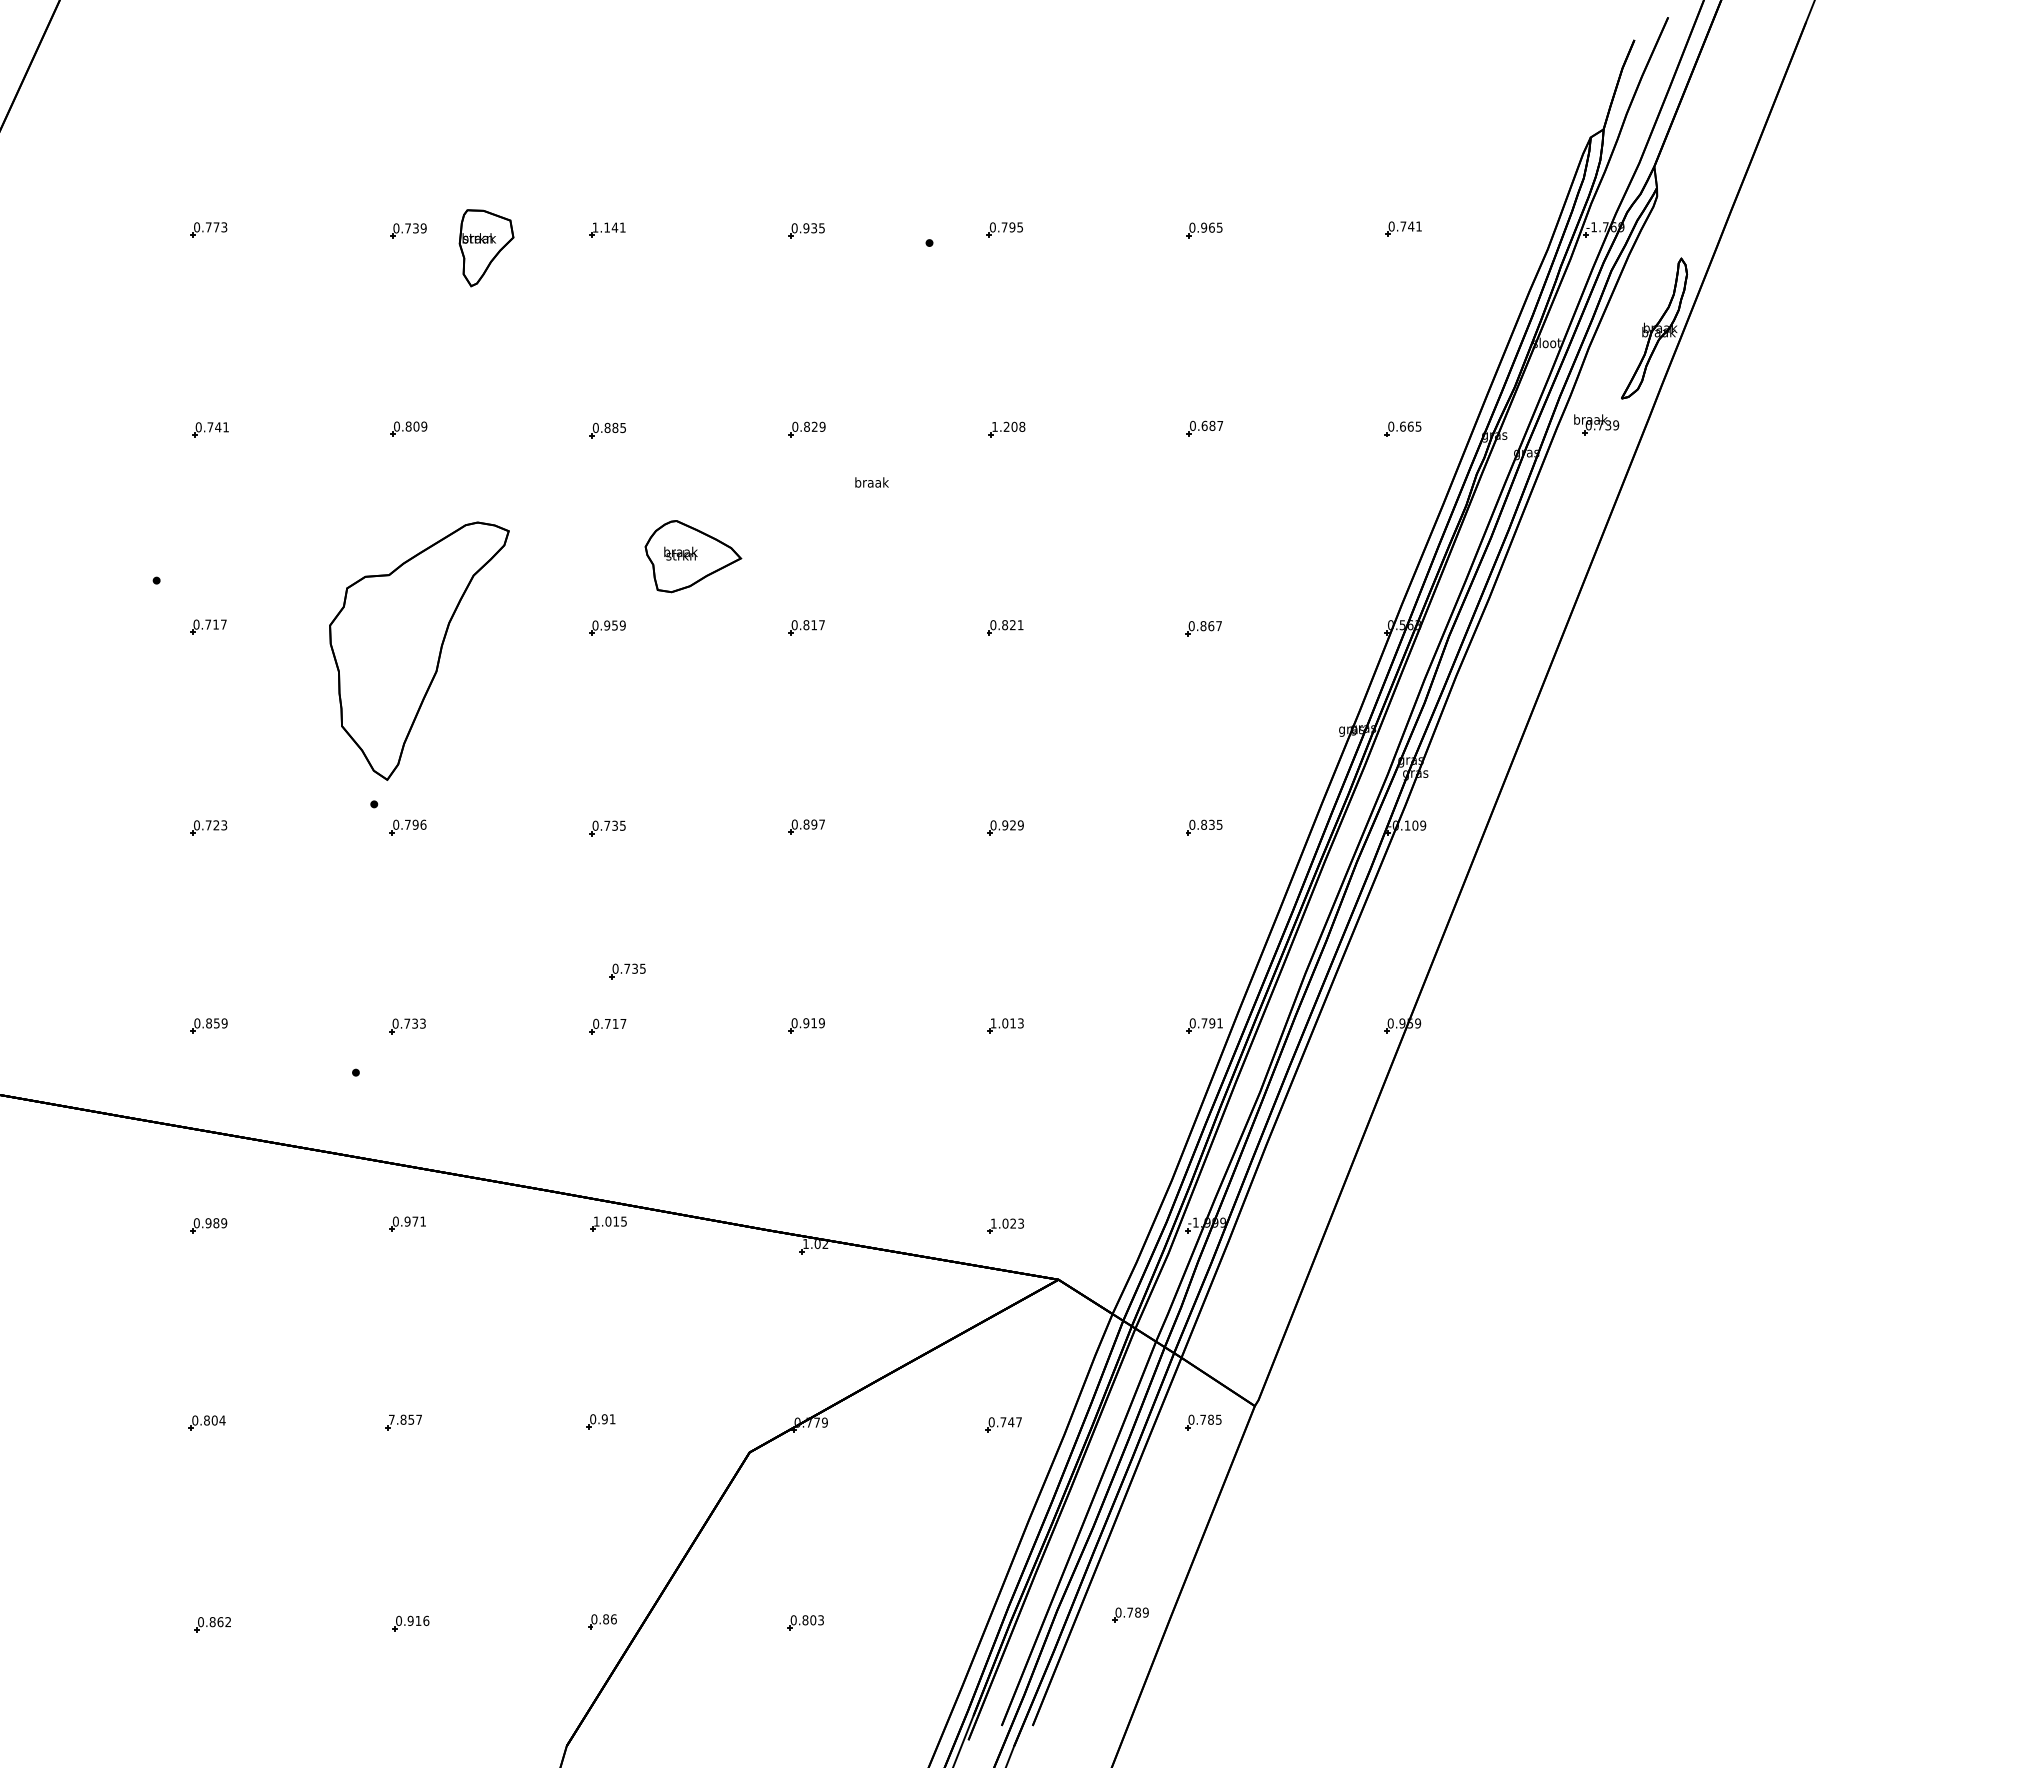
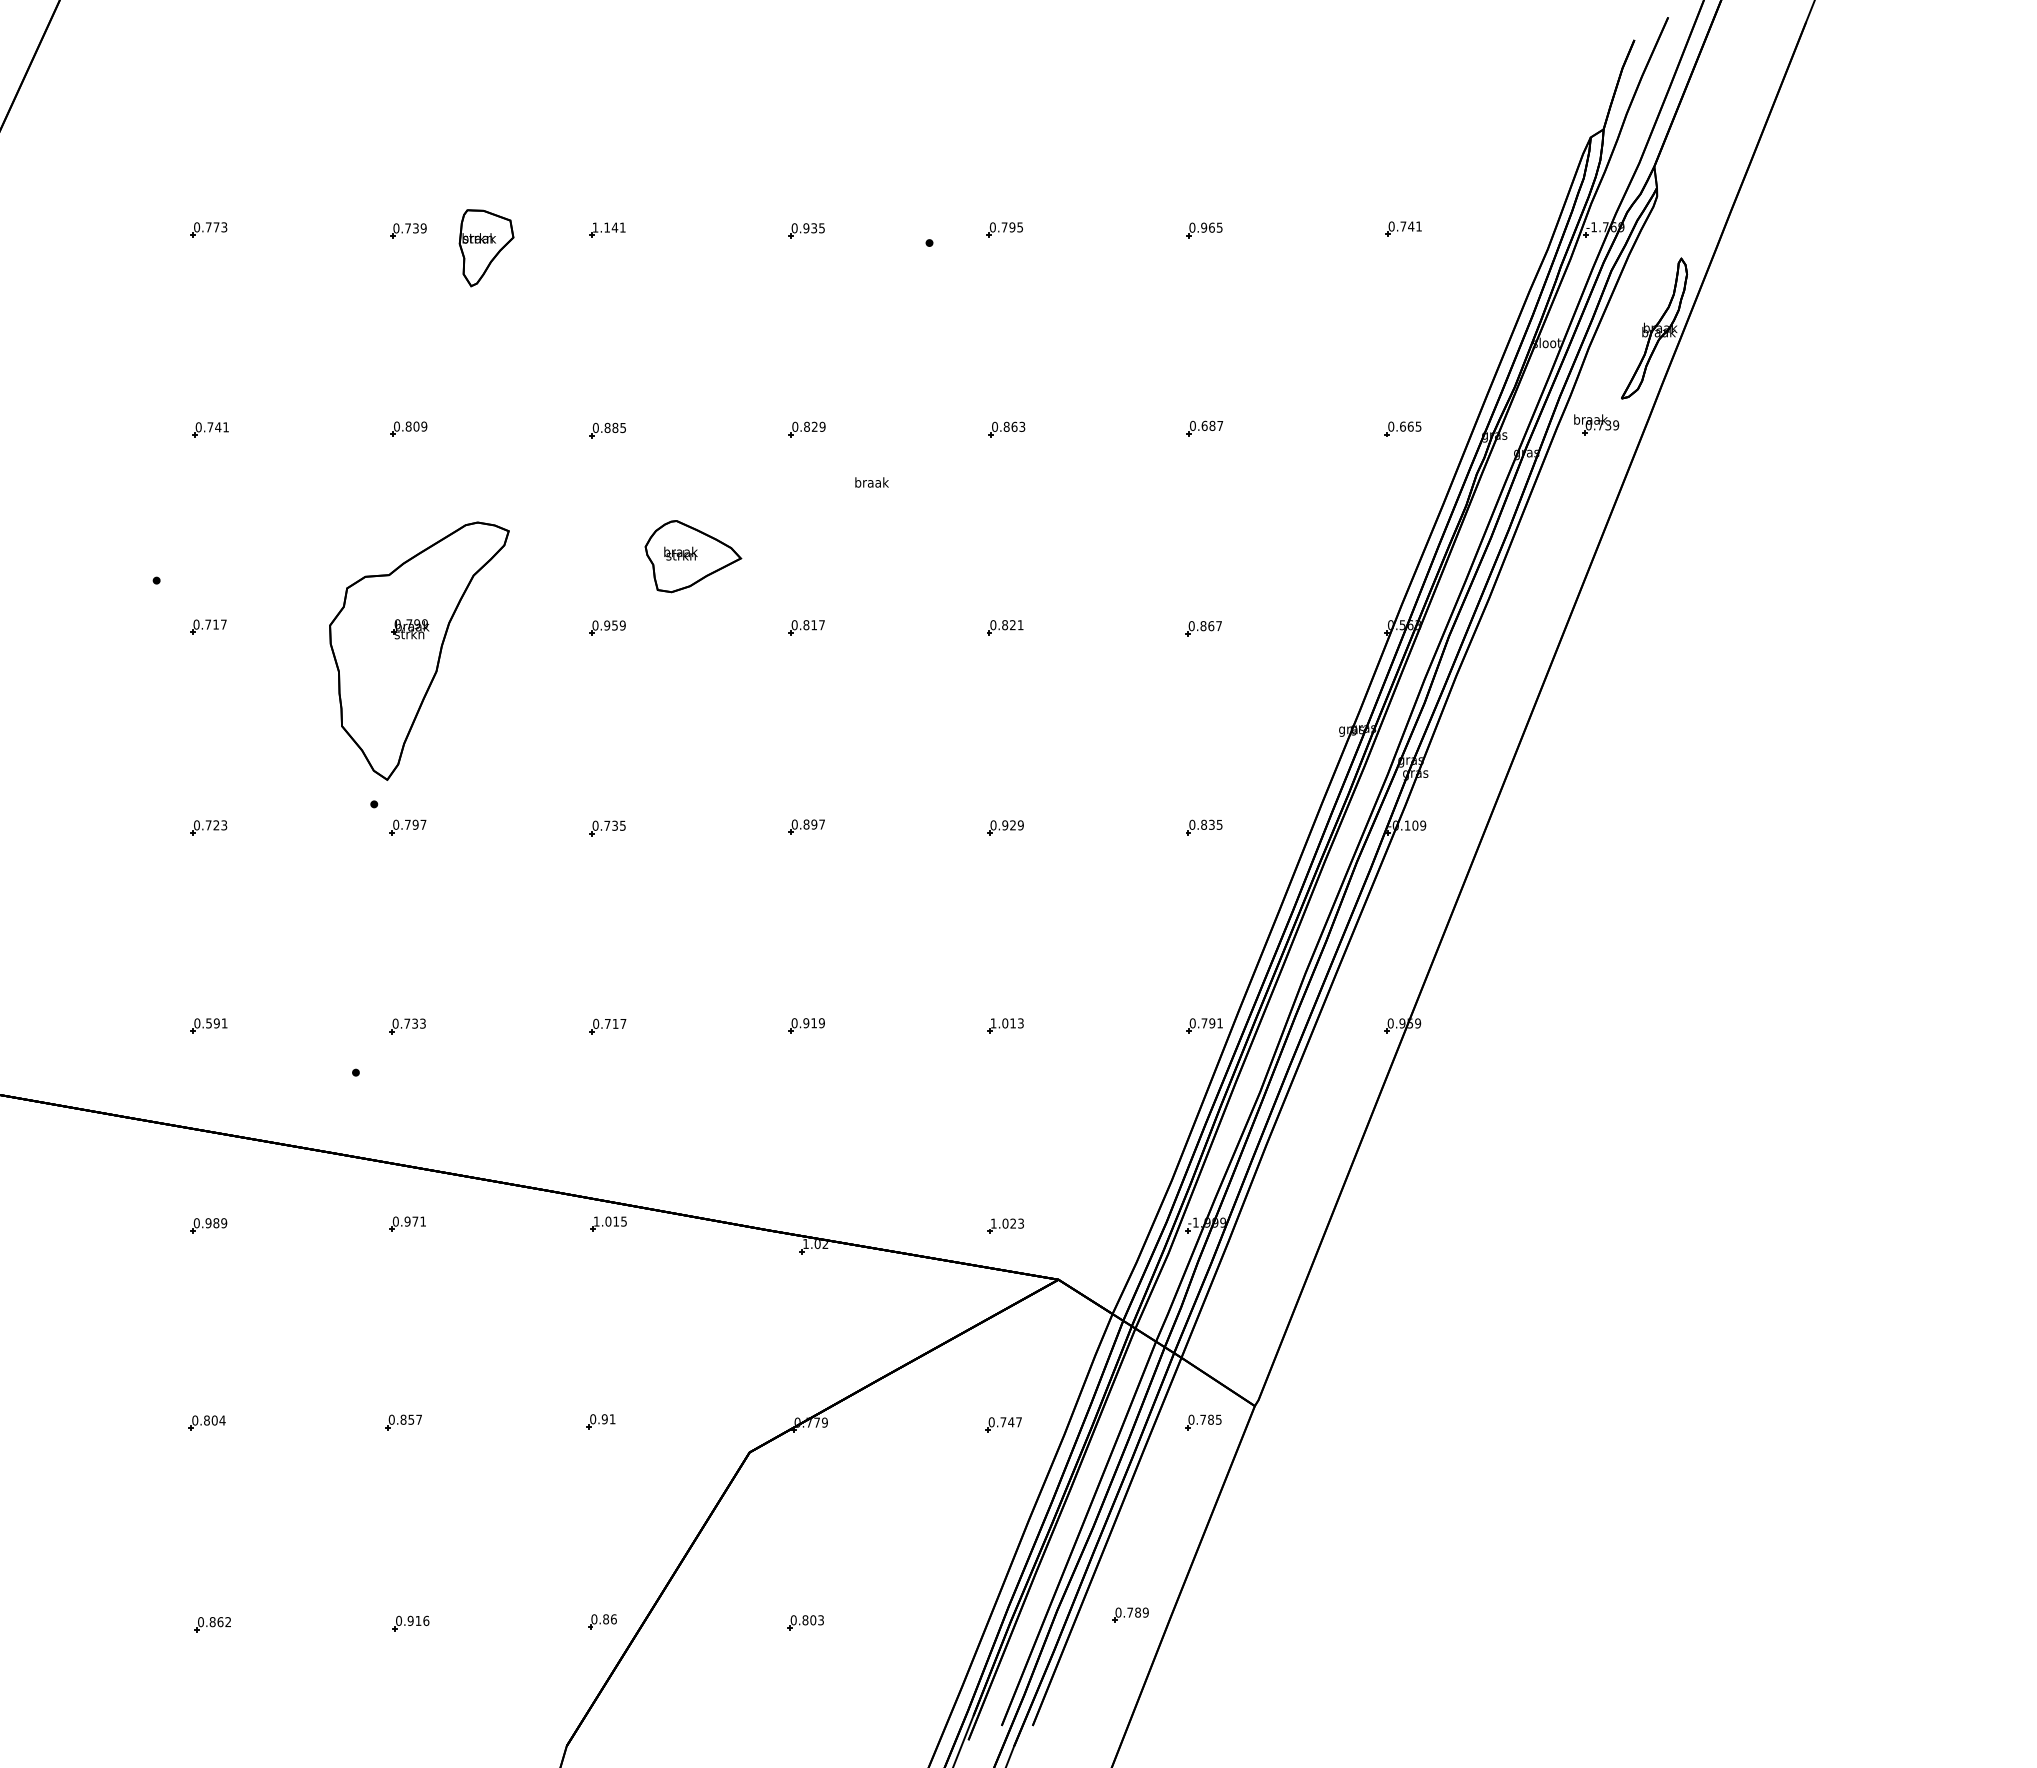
text at (1008, 426): 1.208 -> 0.863
part at (410, 629): none -> present
text at (423, 824): 0.796 -> 0.797
part at (627, 971): present -> none
text at (216, 1023): 0.859 -> 0.591
text at (391, 1419): 7.857 -> 0.857
